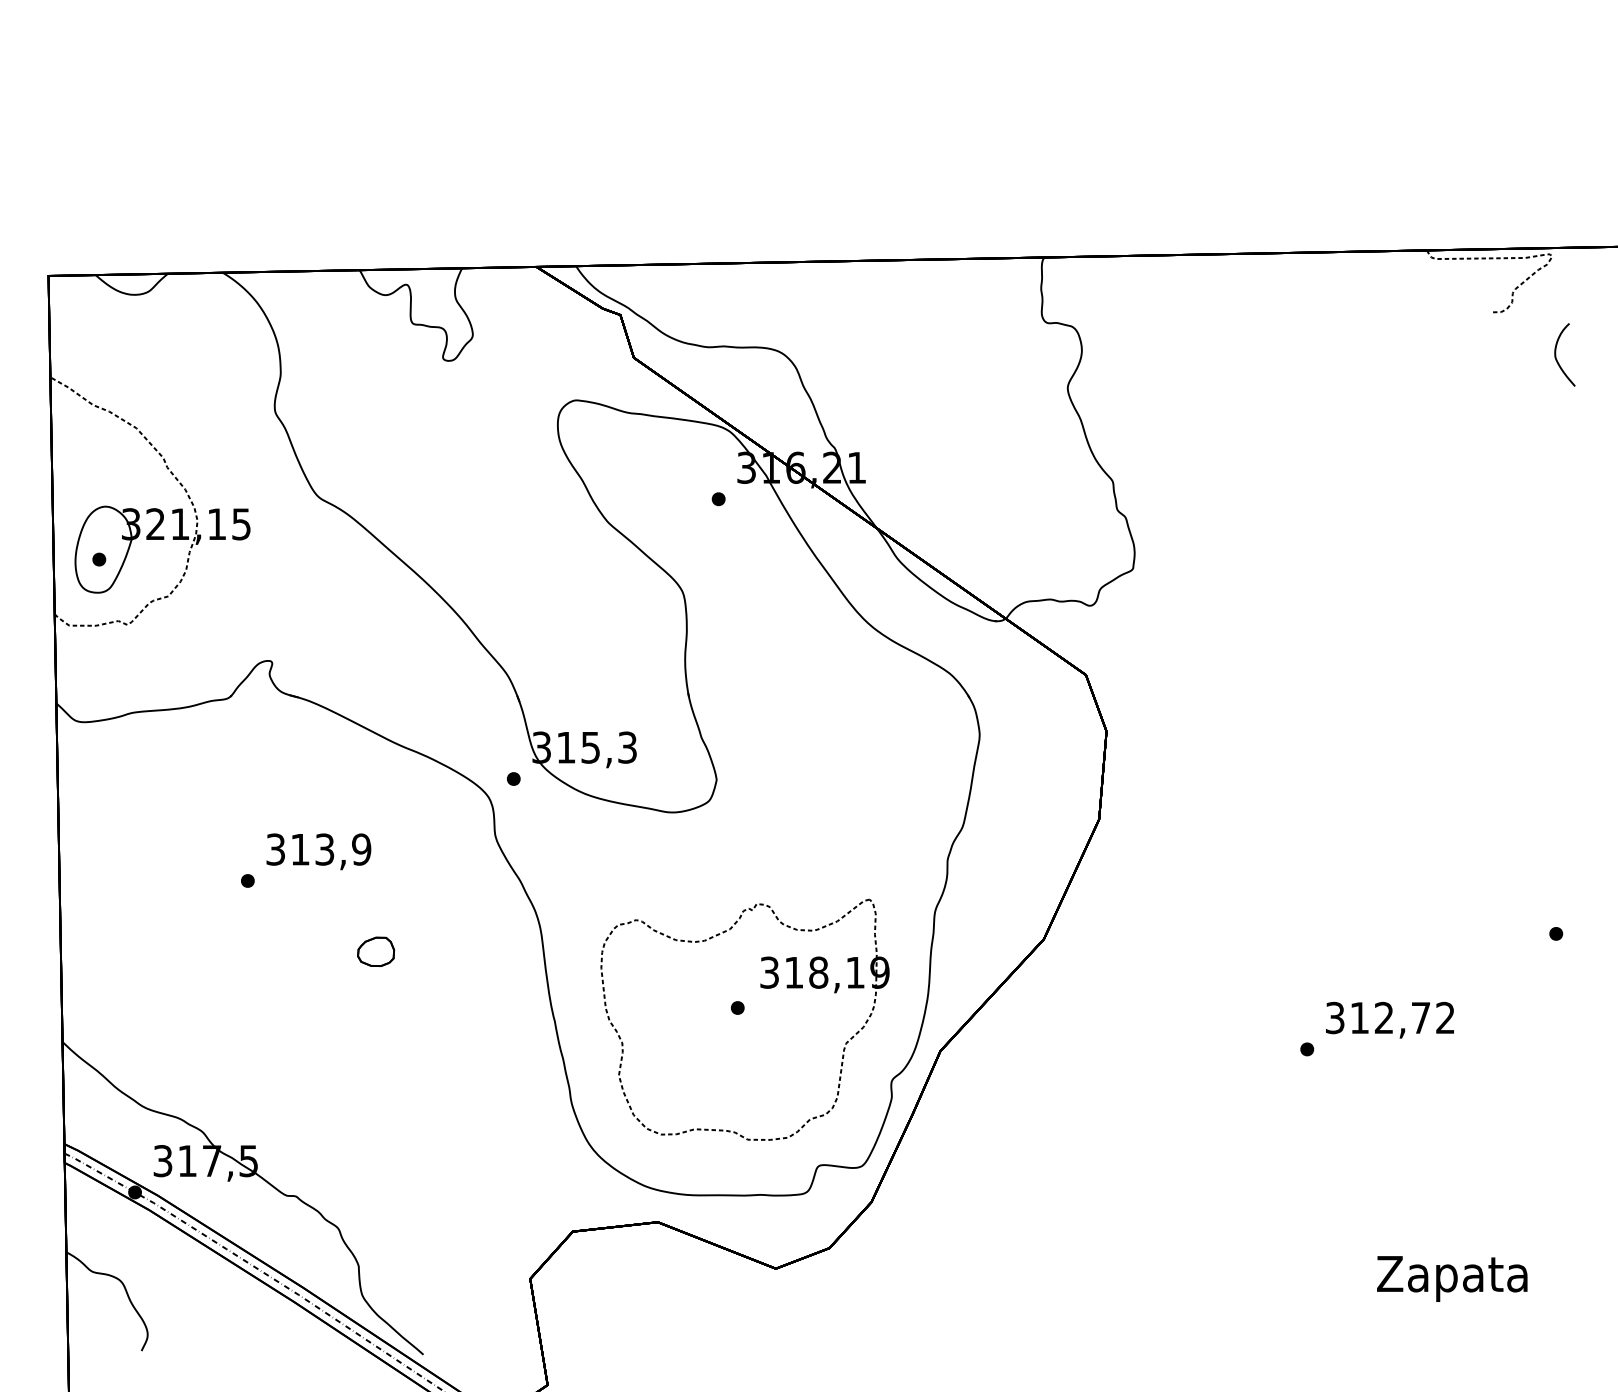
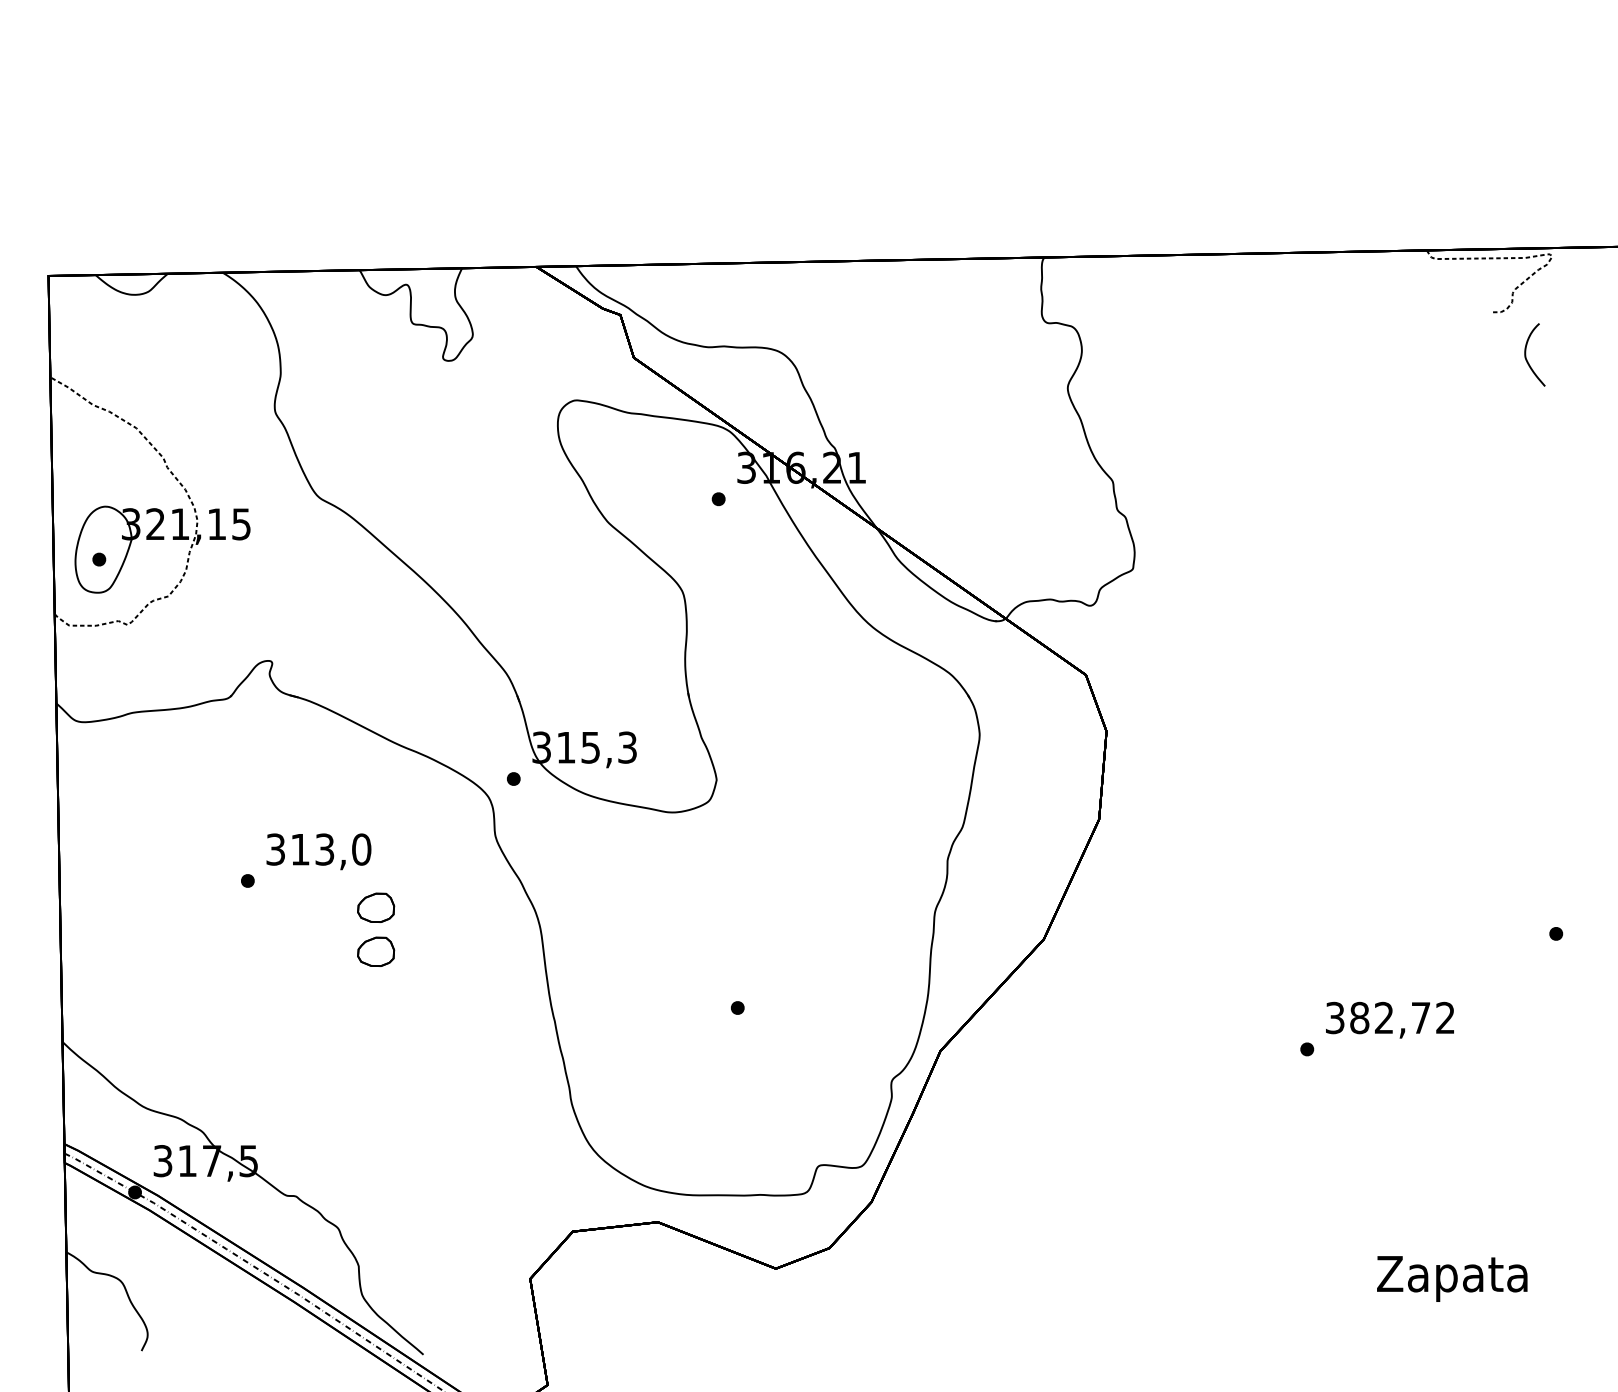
curve at (1556, 354) position: (1556, 354) -> (1526, 354)
text at (361, 849): 313,9 -> 313,0
part at (376, 907): none -> present
part at (760, 987): present -> none
text at (1359, 1017): 312,72 -> 382,72
